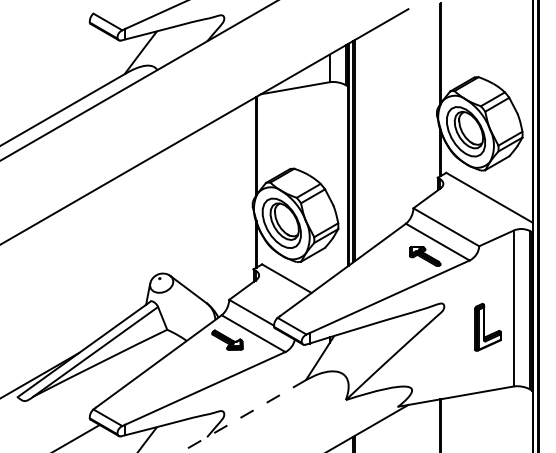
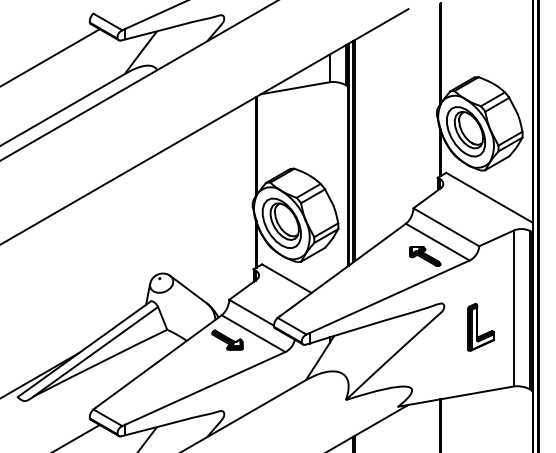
line at (50, 57): none -> present
part at (487, 326) position: (487, 326) -> (480, 326)
line at (242, 416): dashed -> solid
